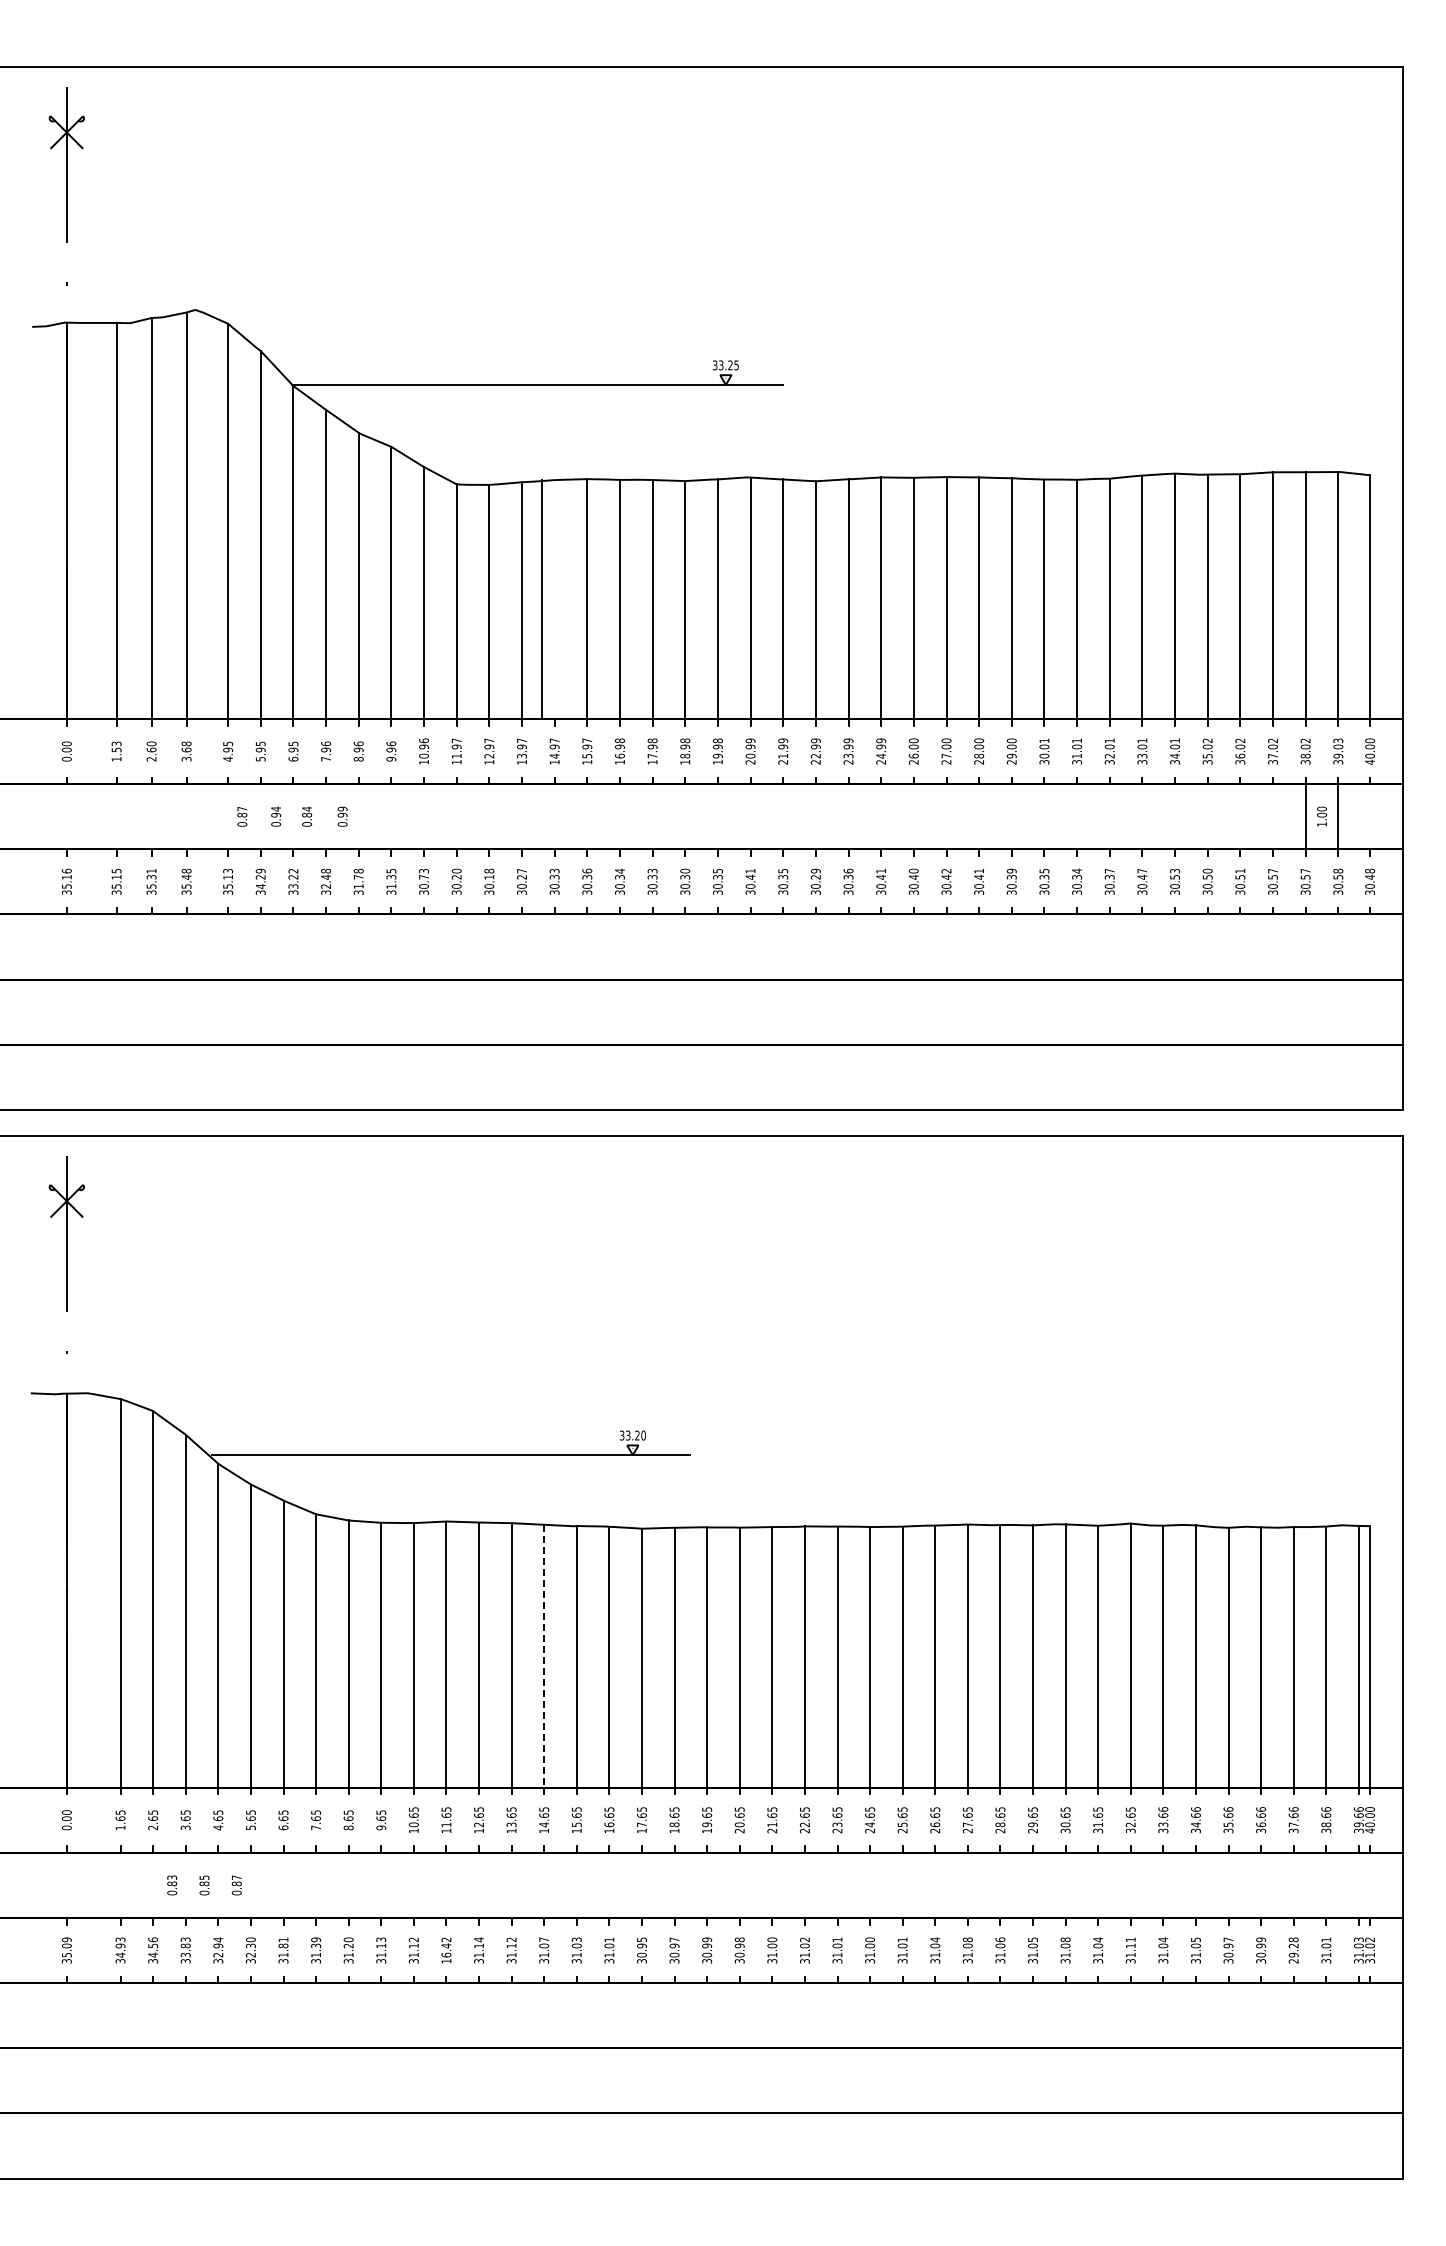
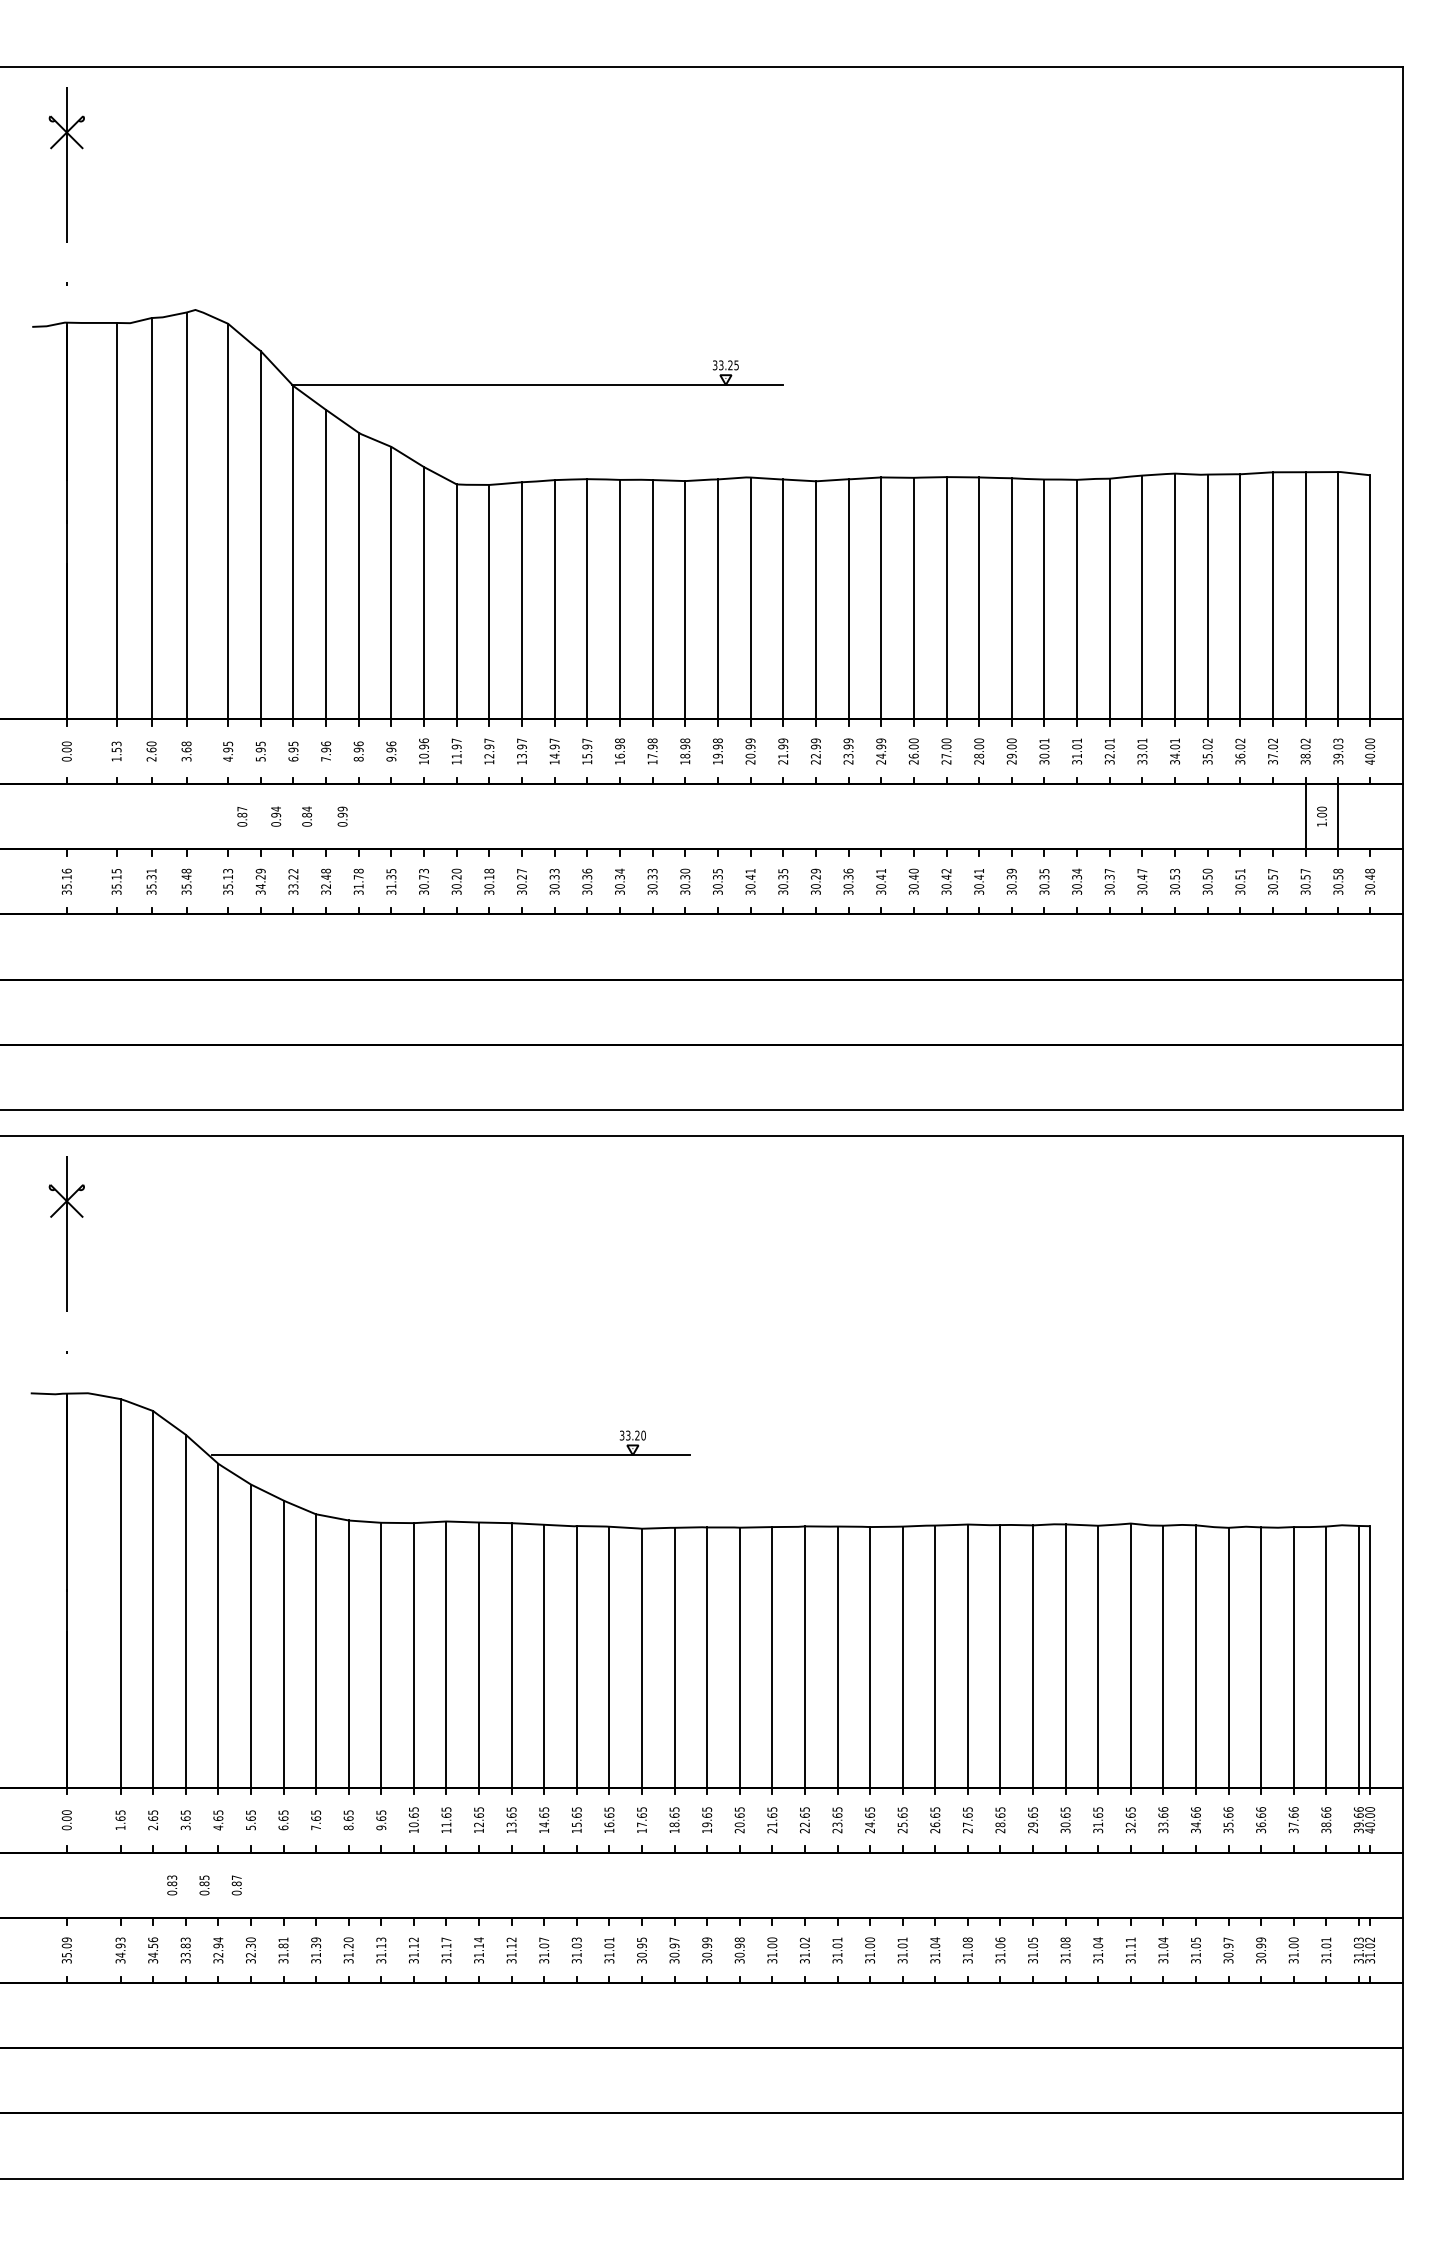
line at (541, 599) position: (541, 599) -> (554, 599)
line at (544, 1656): dashed -> solid
text at (446, 1950): 16.42 -> 31.17
text at (1293, 1950): 29.28 -> 31.00
